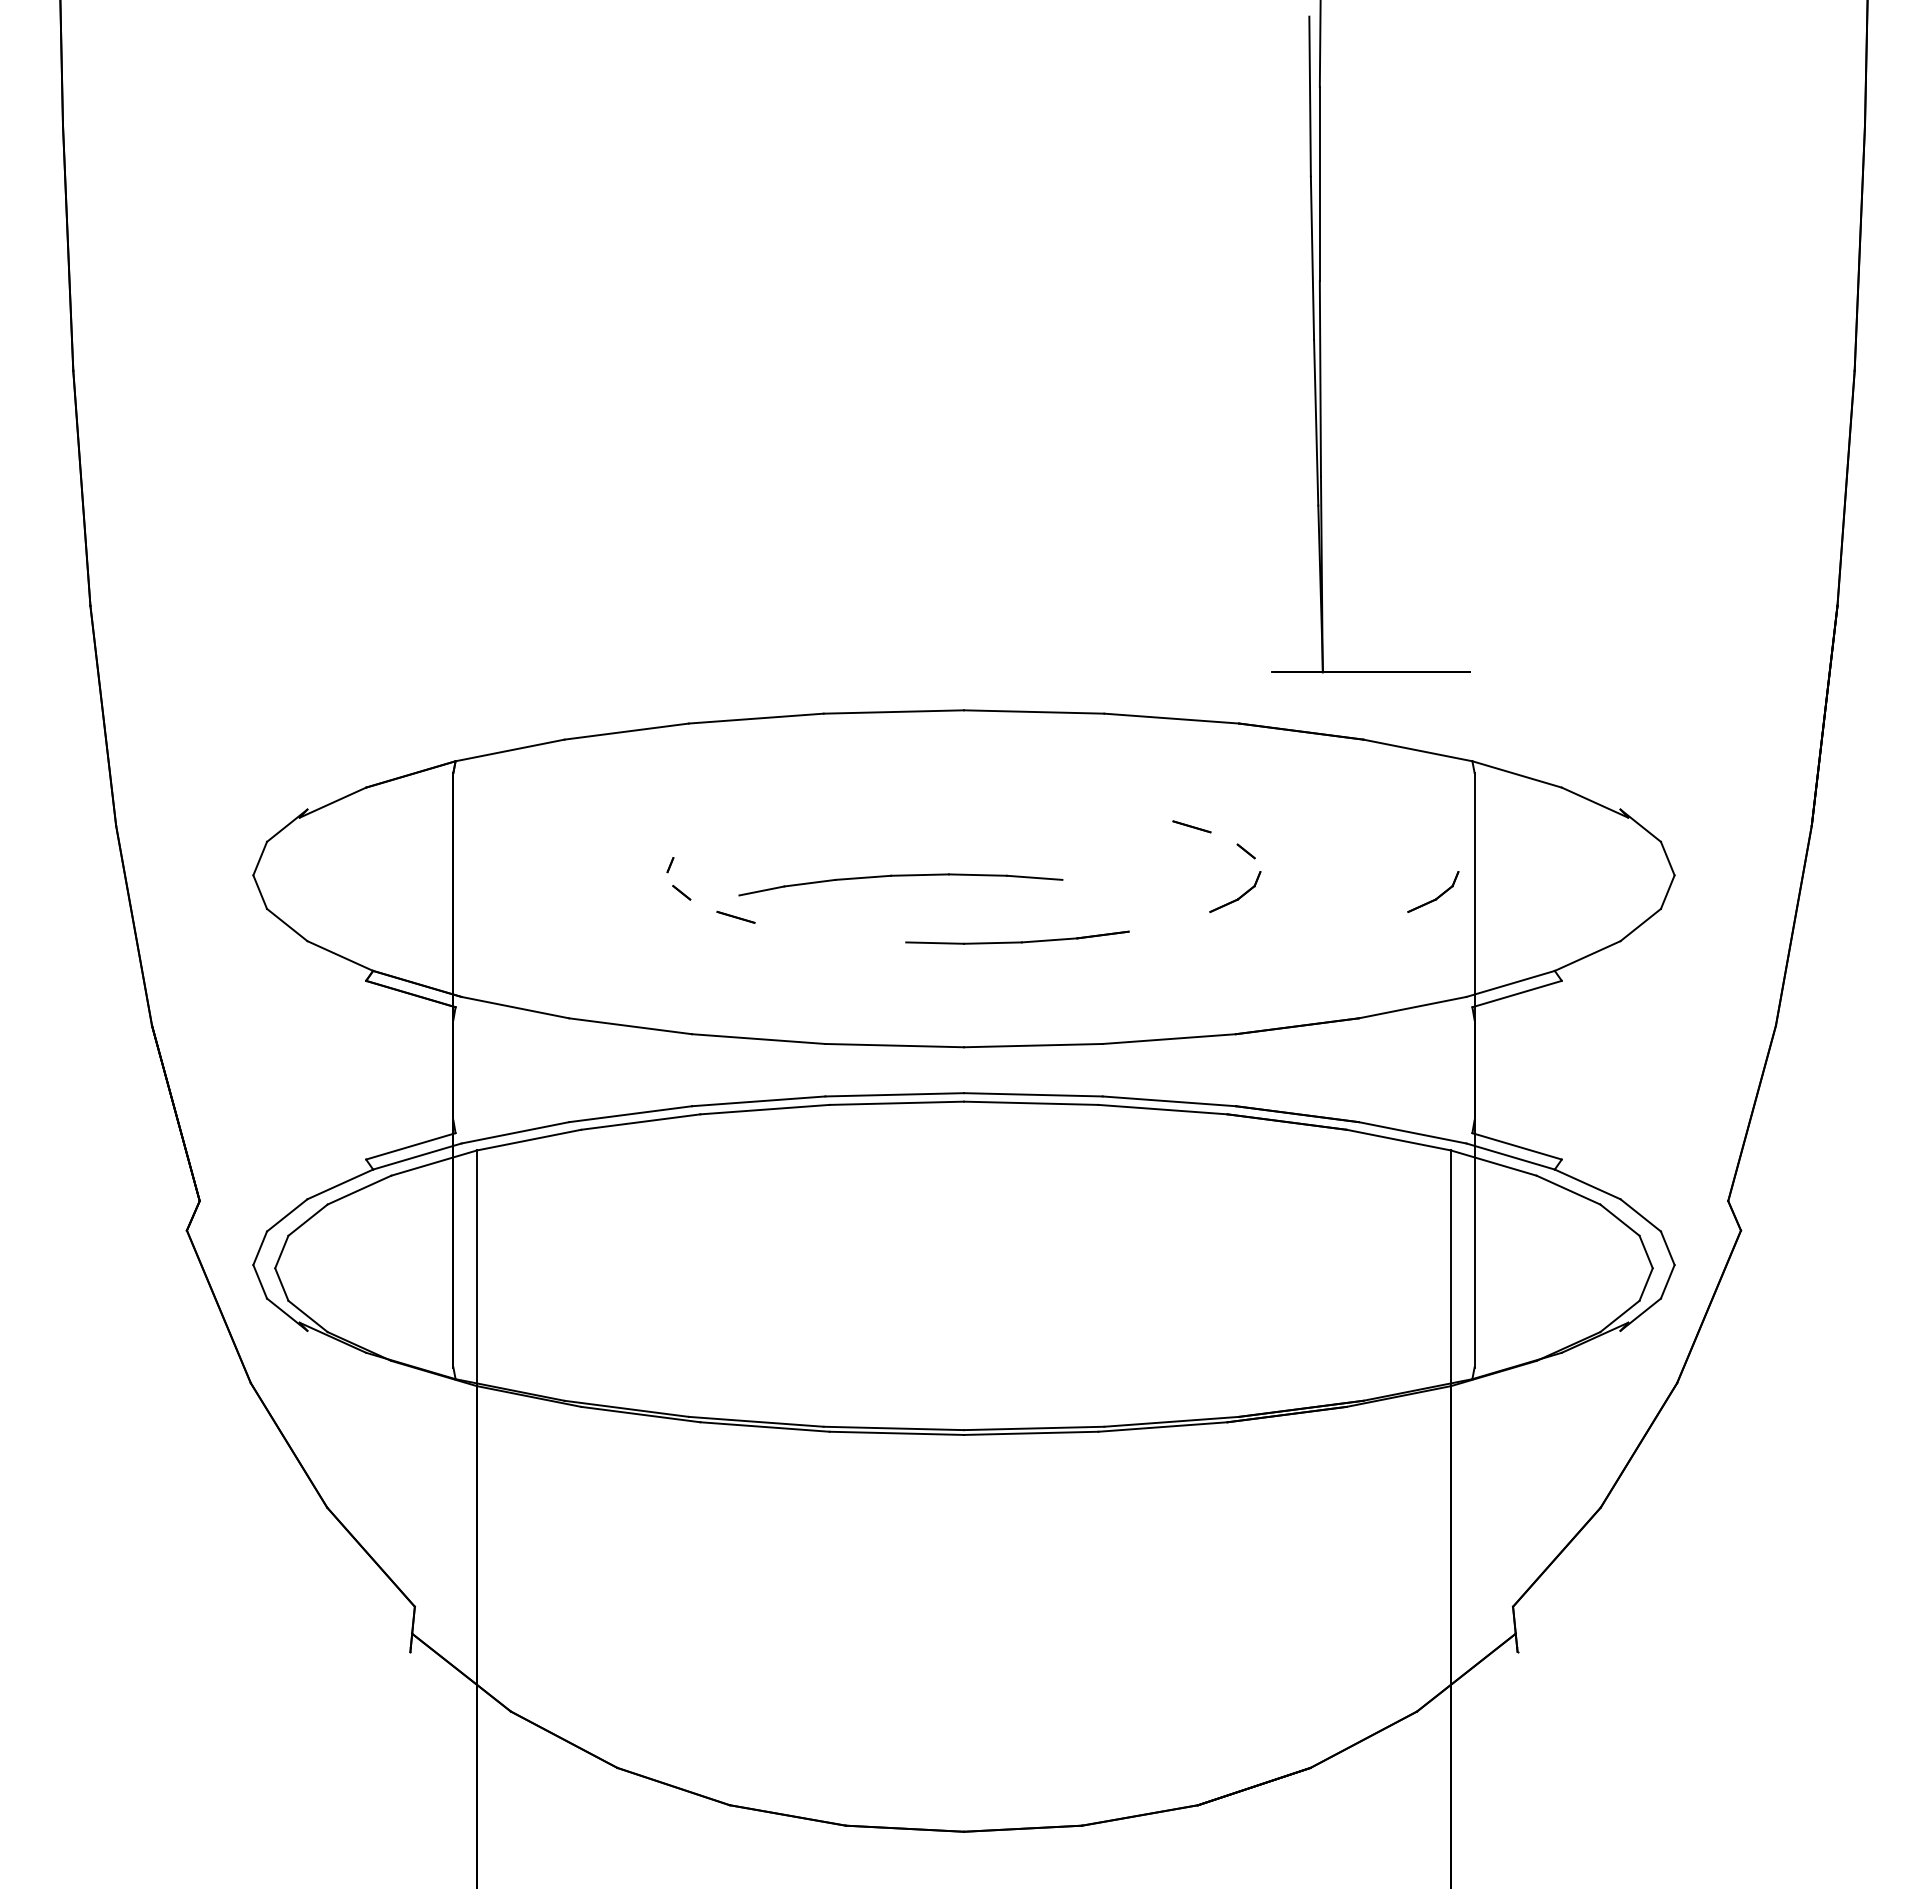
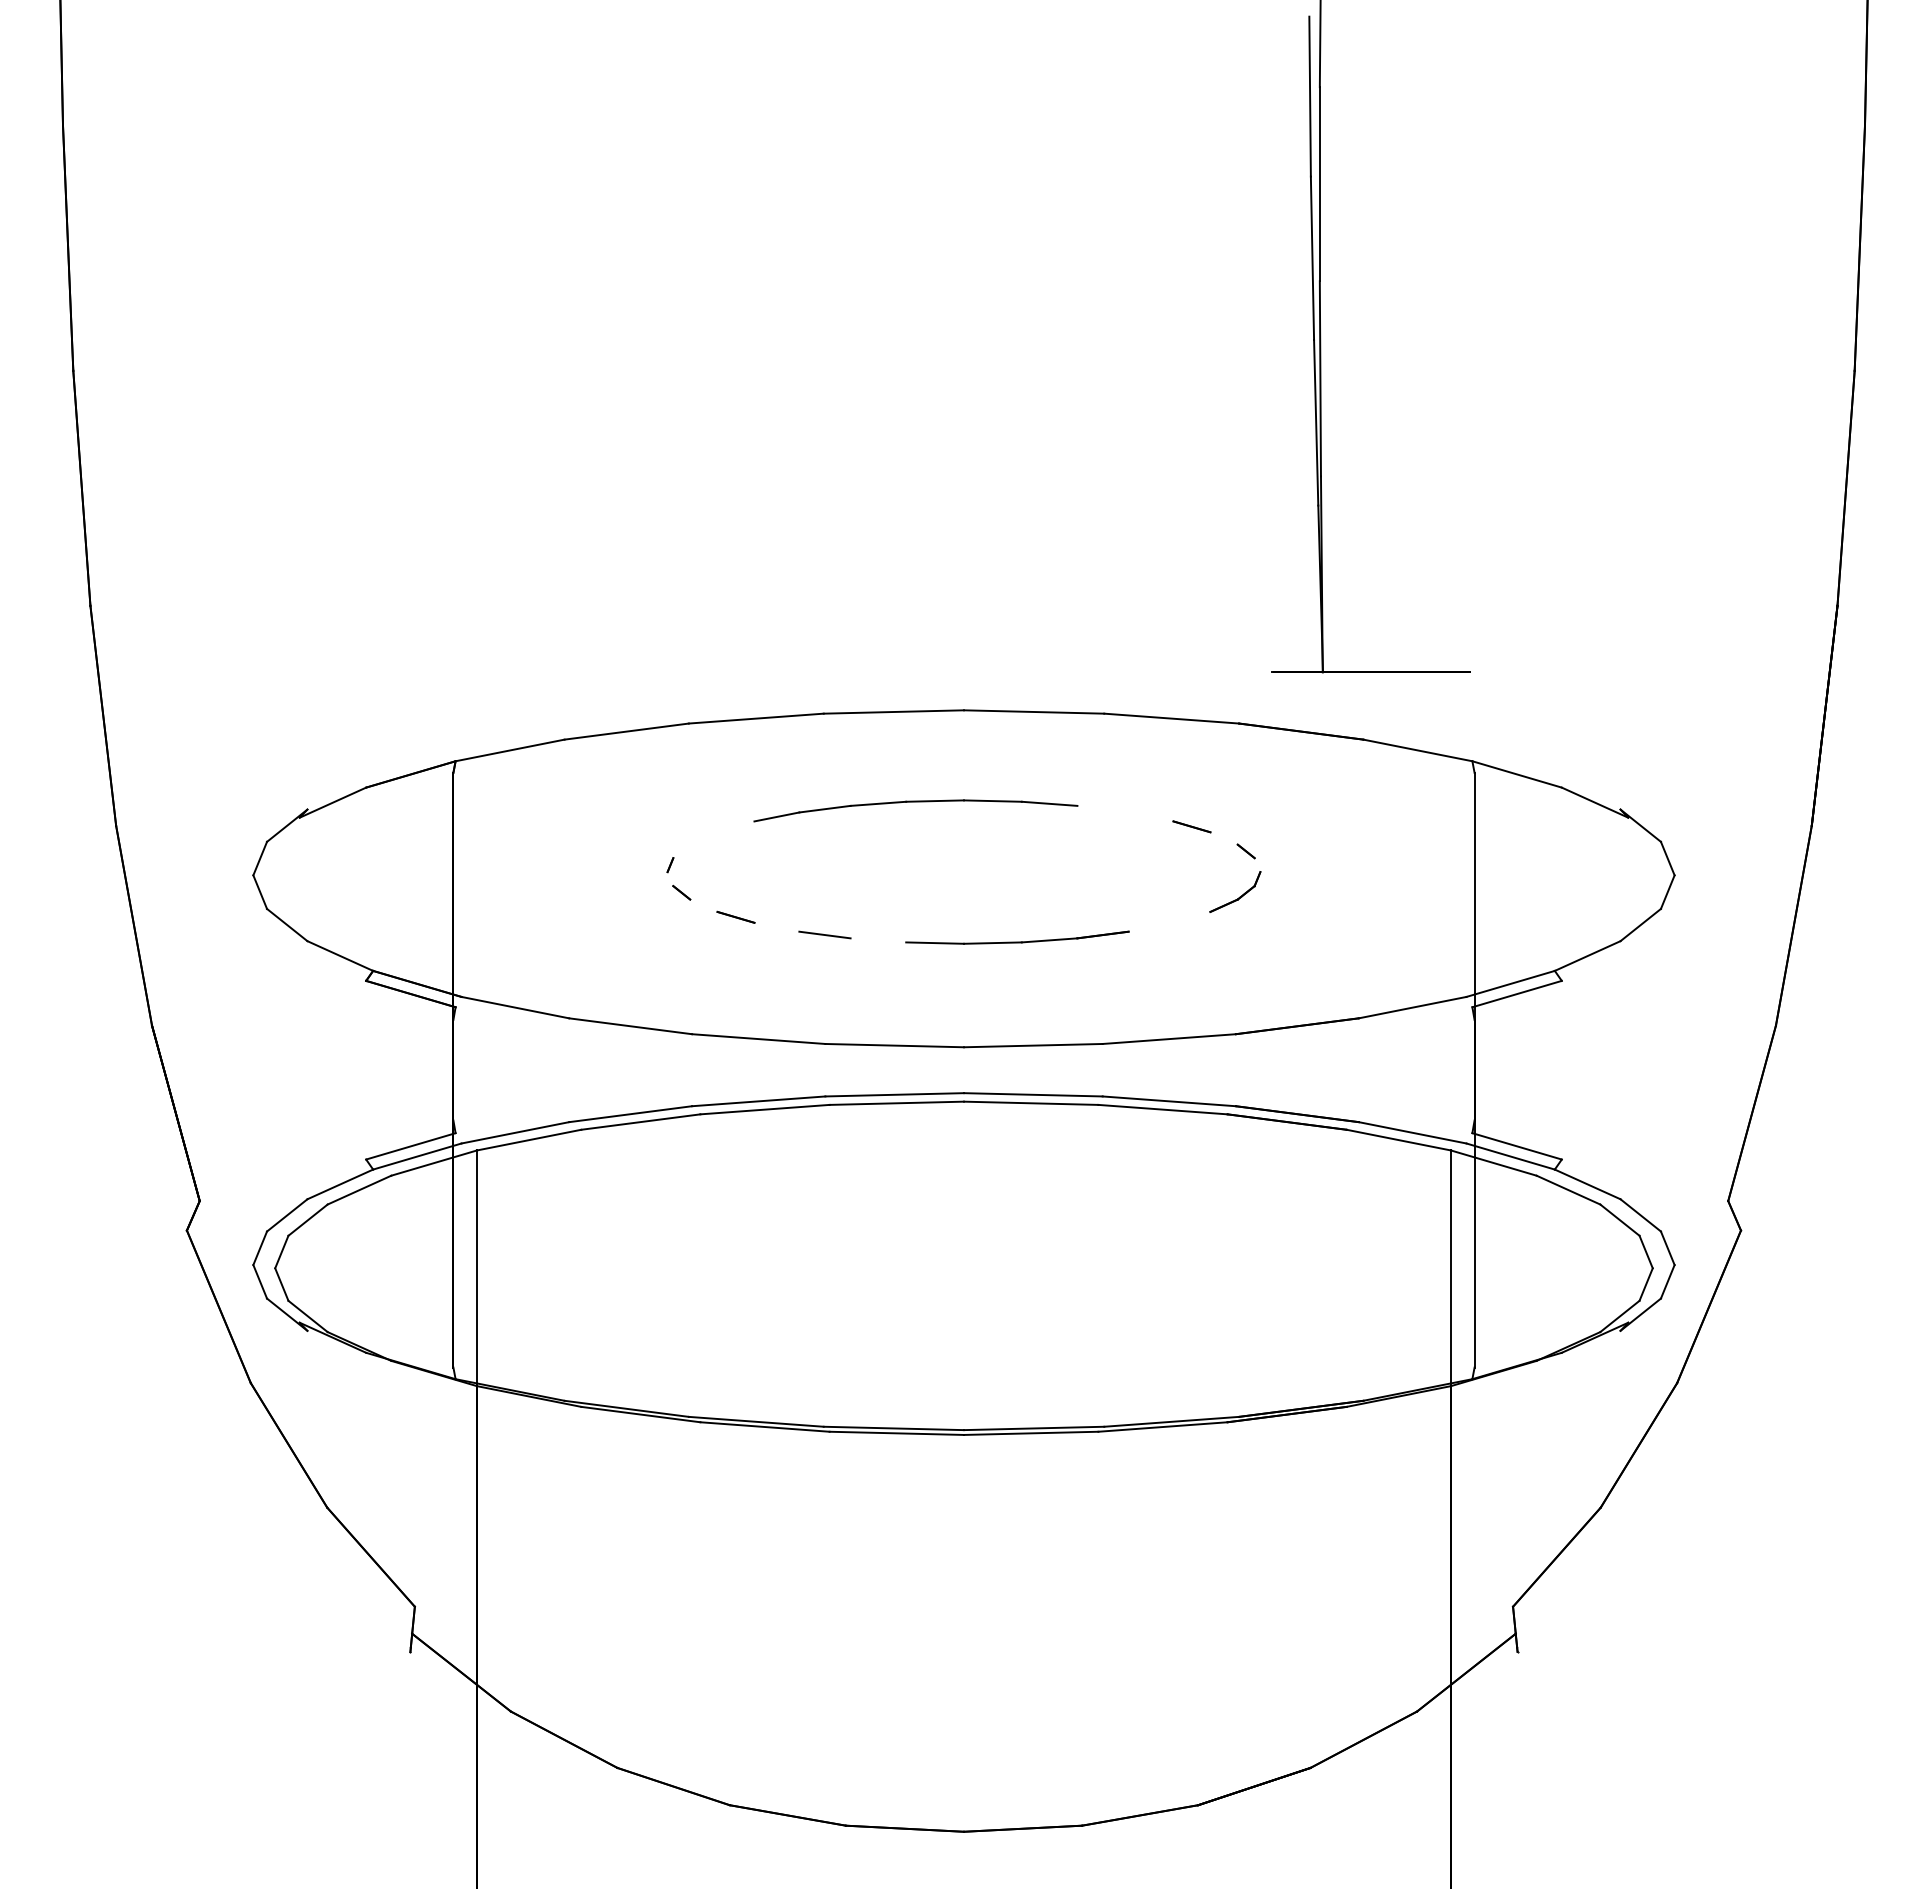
part at (900, 876) position: (900, 876) -> (915, 802)
part at (1437, 896): present -> none
line at (824, 934): none -> present
